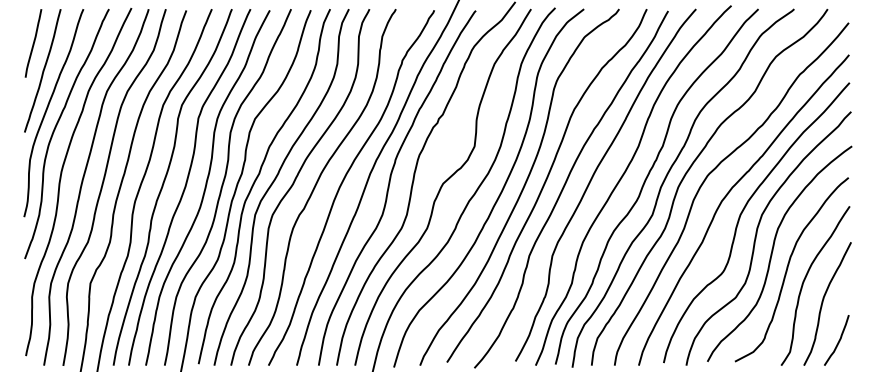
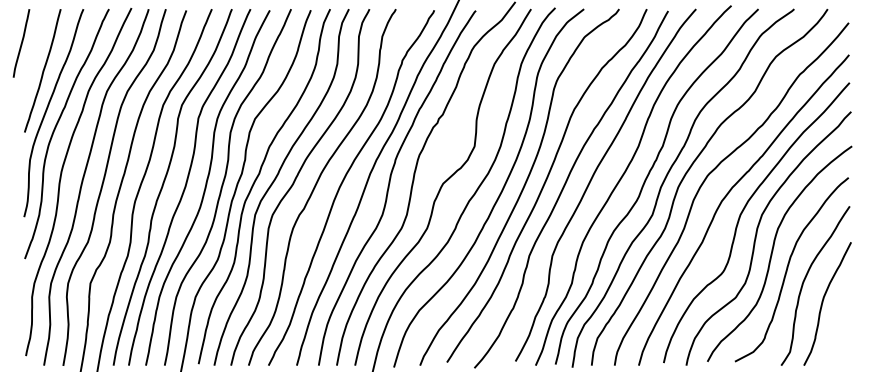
line at (33, 43) position: (33, 43) -> (21, 43)
curve at (838, 340): present -> none
